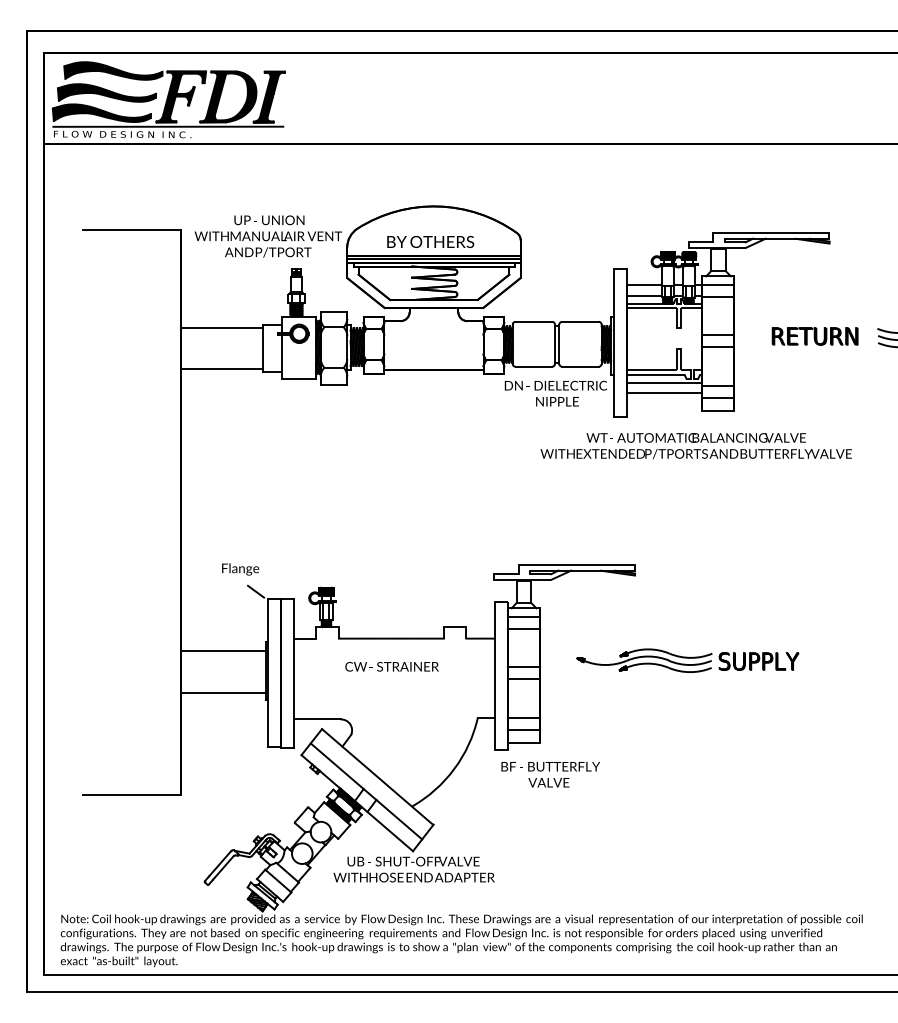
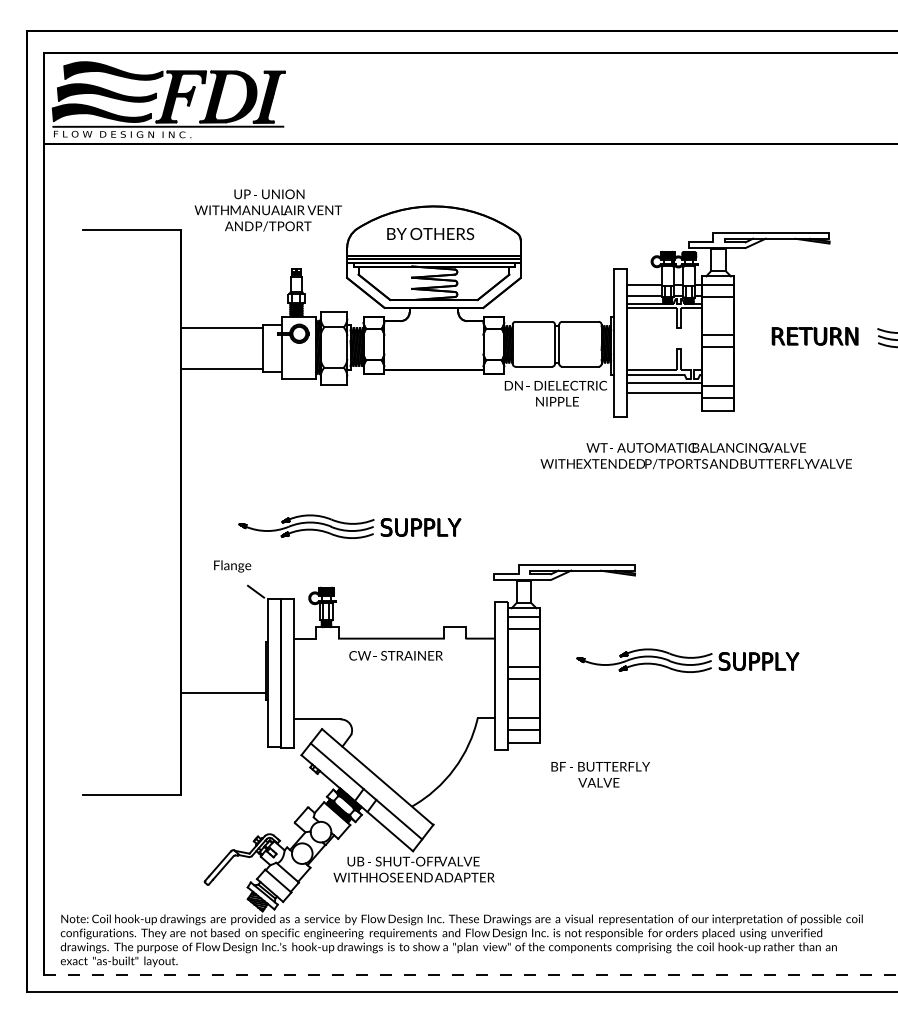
text at (267, 236) position: (267, 236) -> (267, 210)
text at (430, 241) position: (430, 241) -> (430, 233)
text at (695, 446) position: (695, 446) -> (695, 456)
part at (349, 526): none -> present
text at (240, 569) position: (240, 569) -> (232, 566)
line at (222, 651): present -> none
text at (391, 666) position: (391, 666) -> (395, 655)
text at (550, 774) position: (550, 774) -> (600, 774)
line at (470, 974): solid -> dashed
